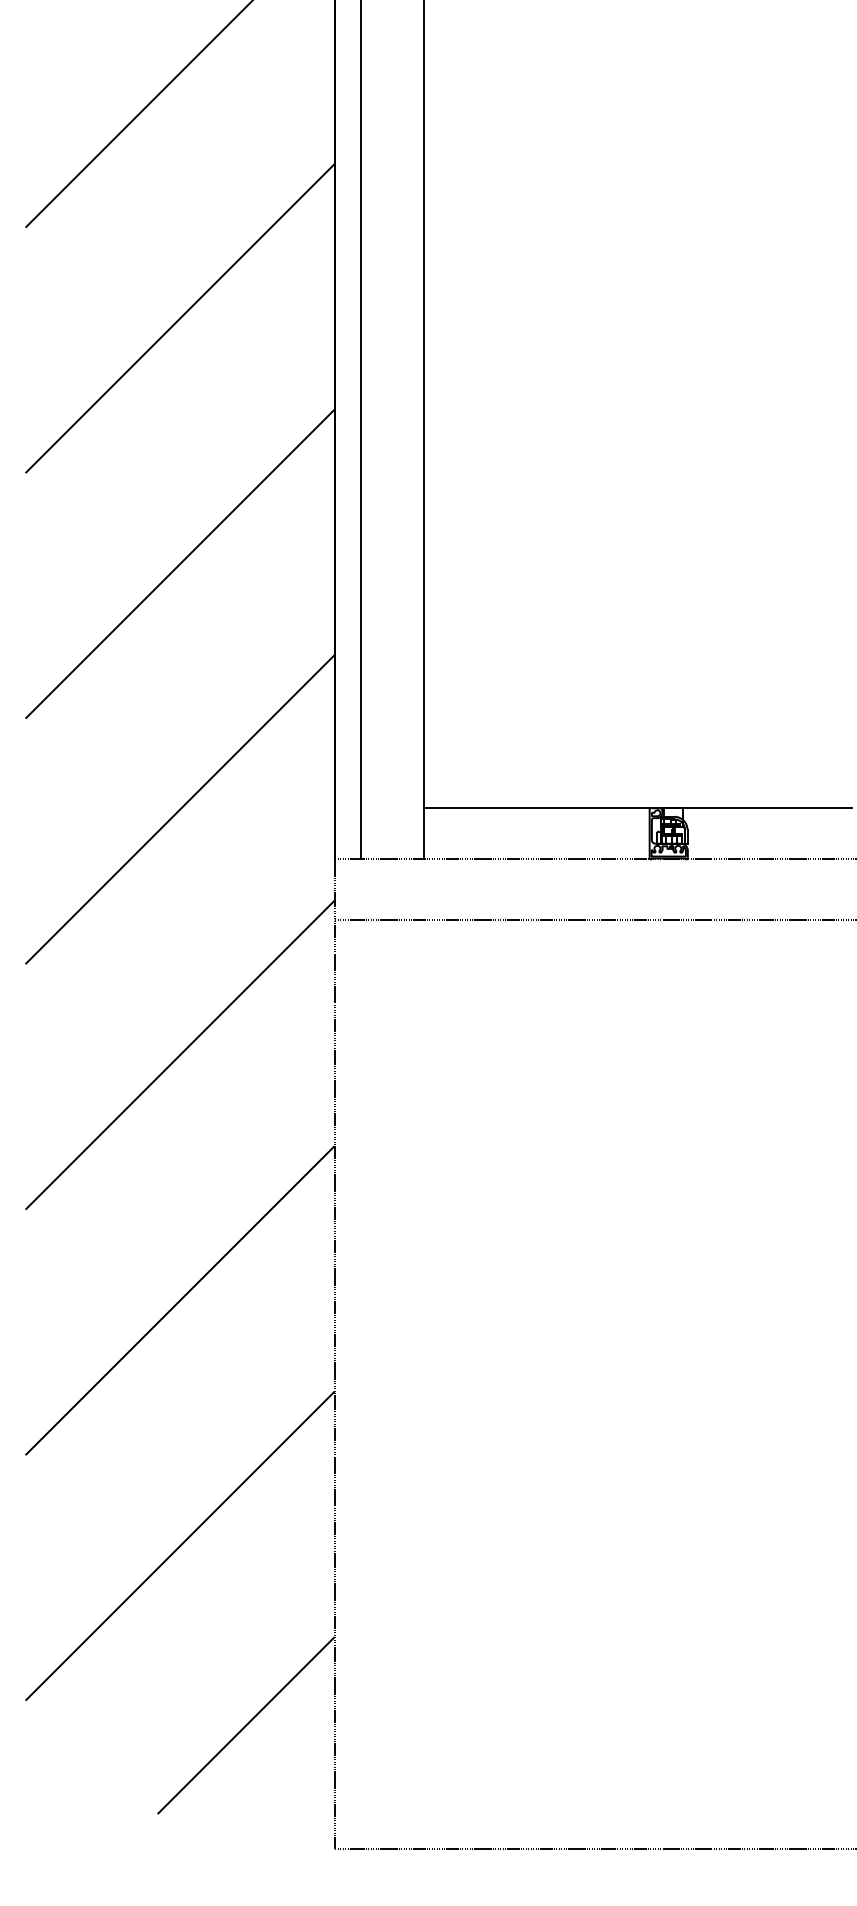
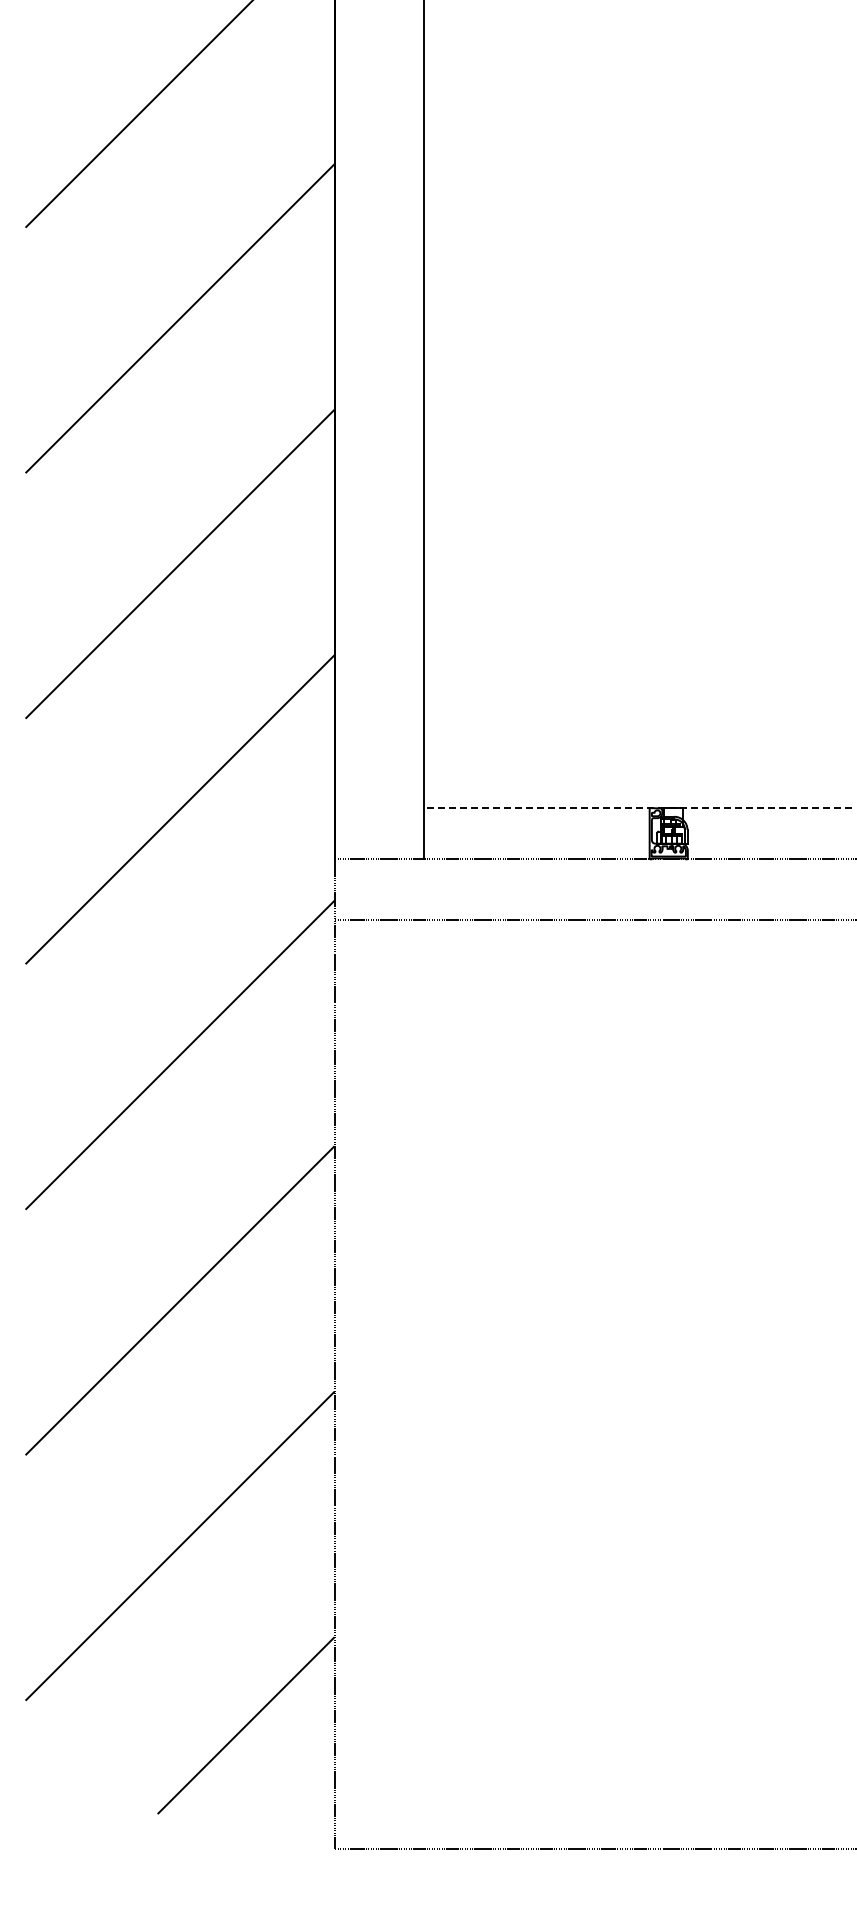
line at (360, 430): present -> none
line at (637, 808): solid -> dashed
